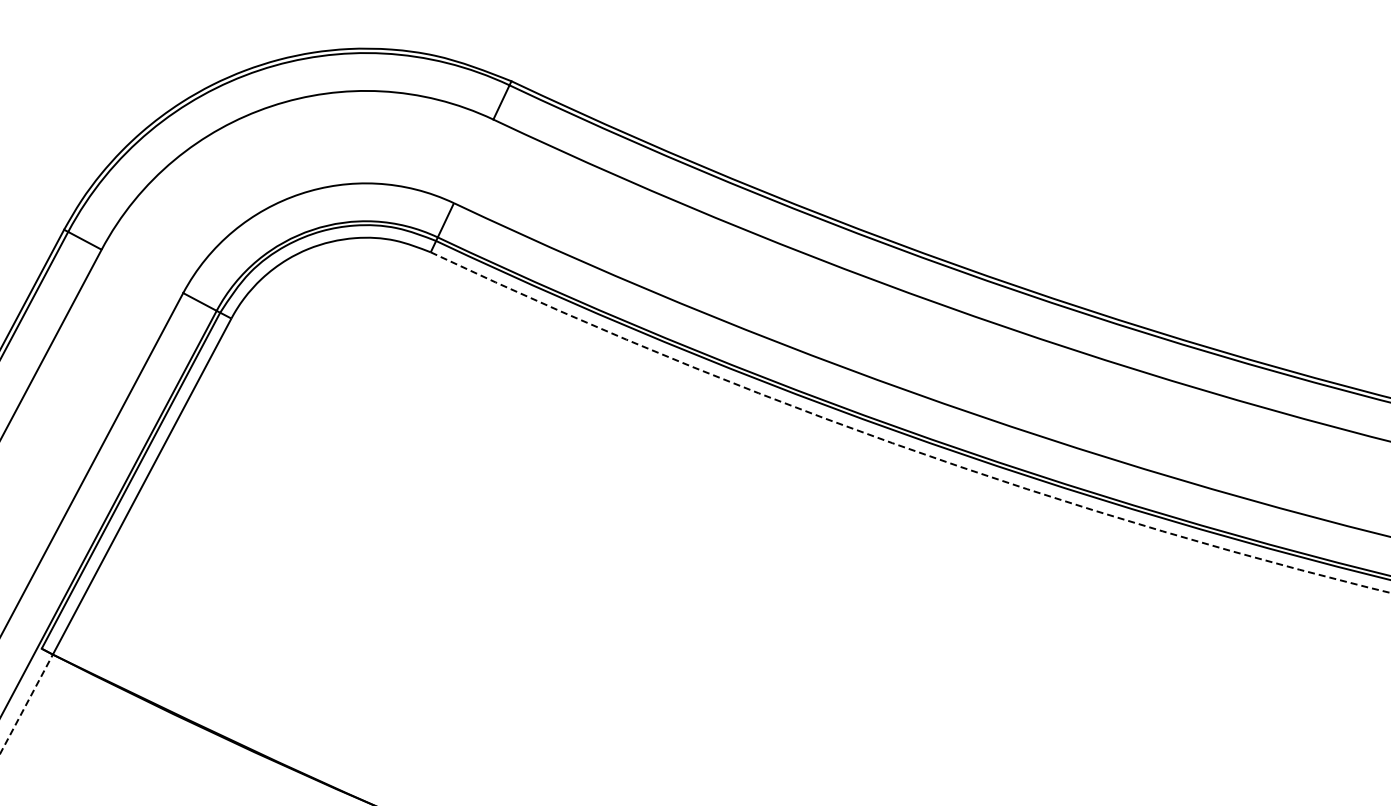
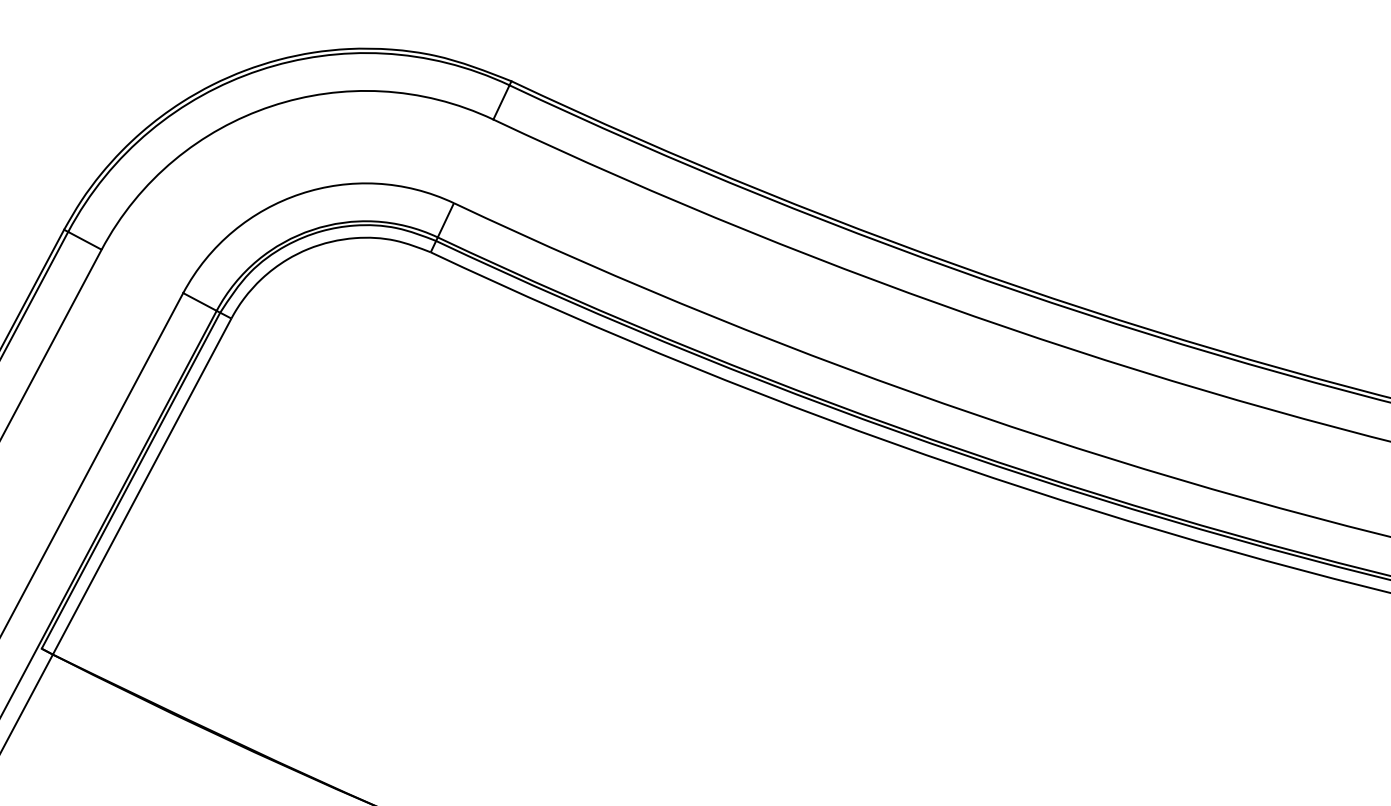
arc at (903, 446): dashed -> solid
line at (26, 704): dashed -> solid
